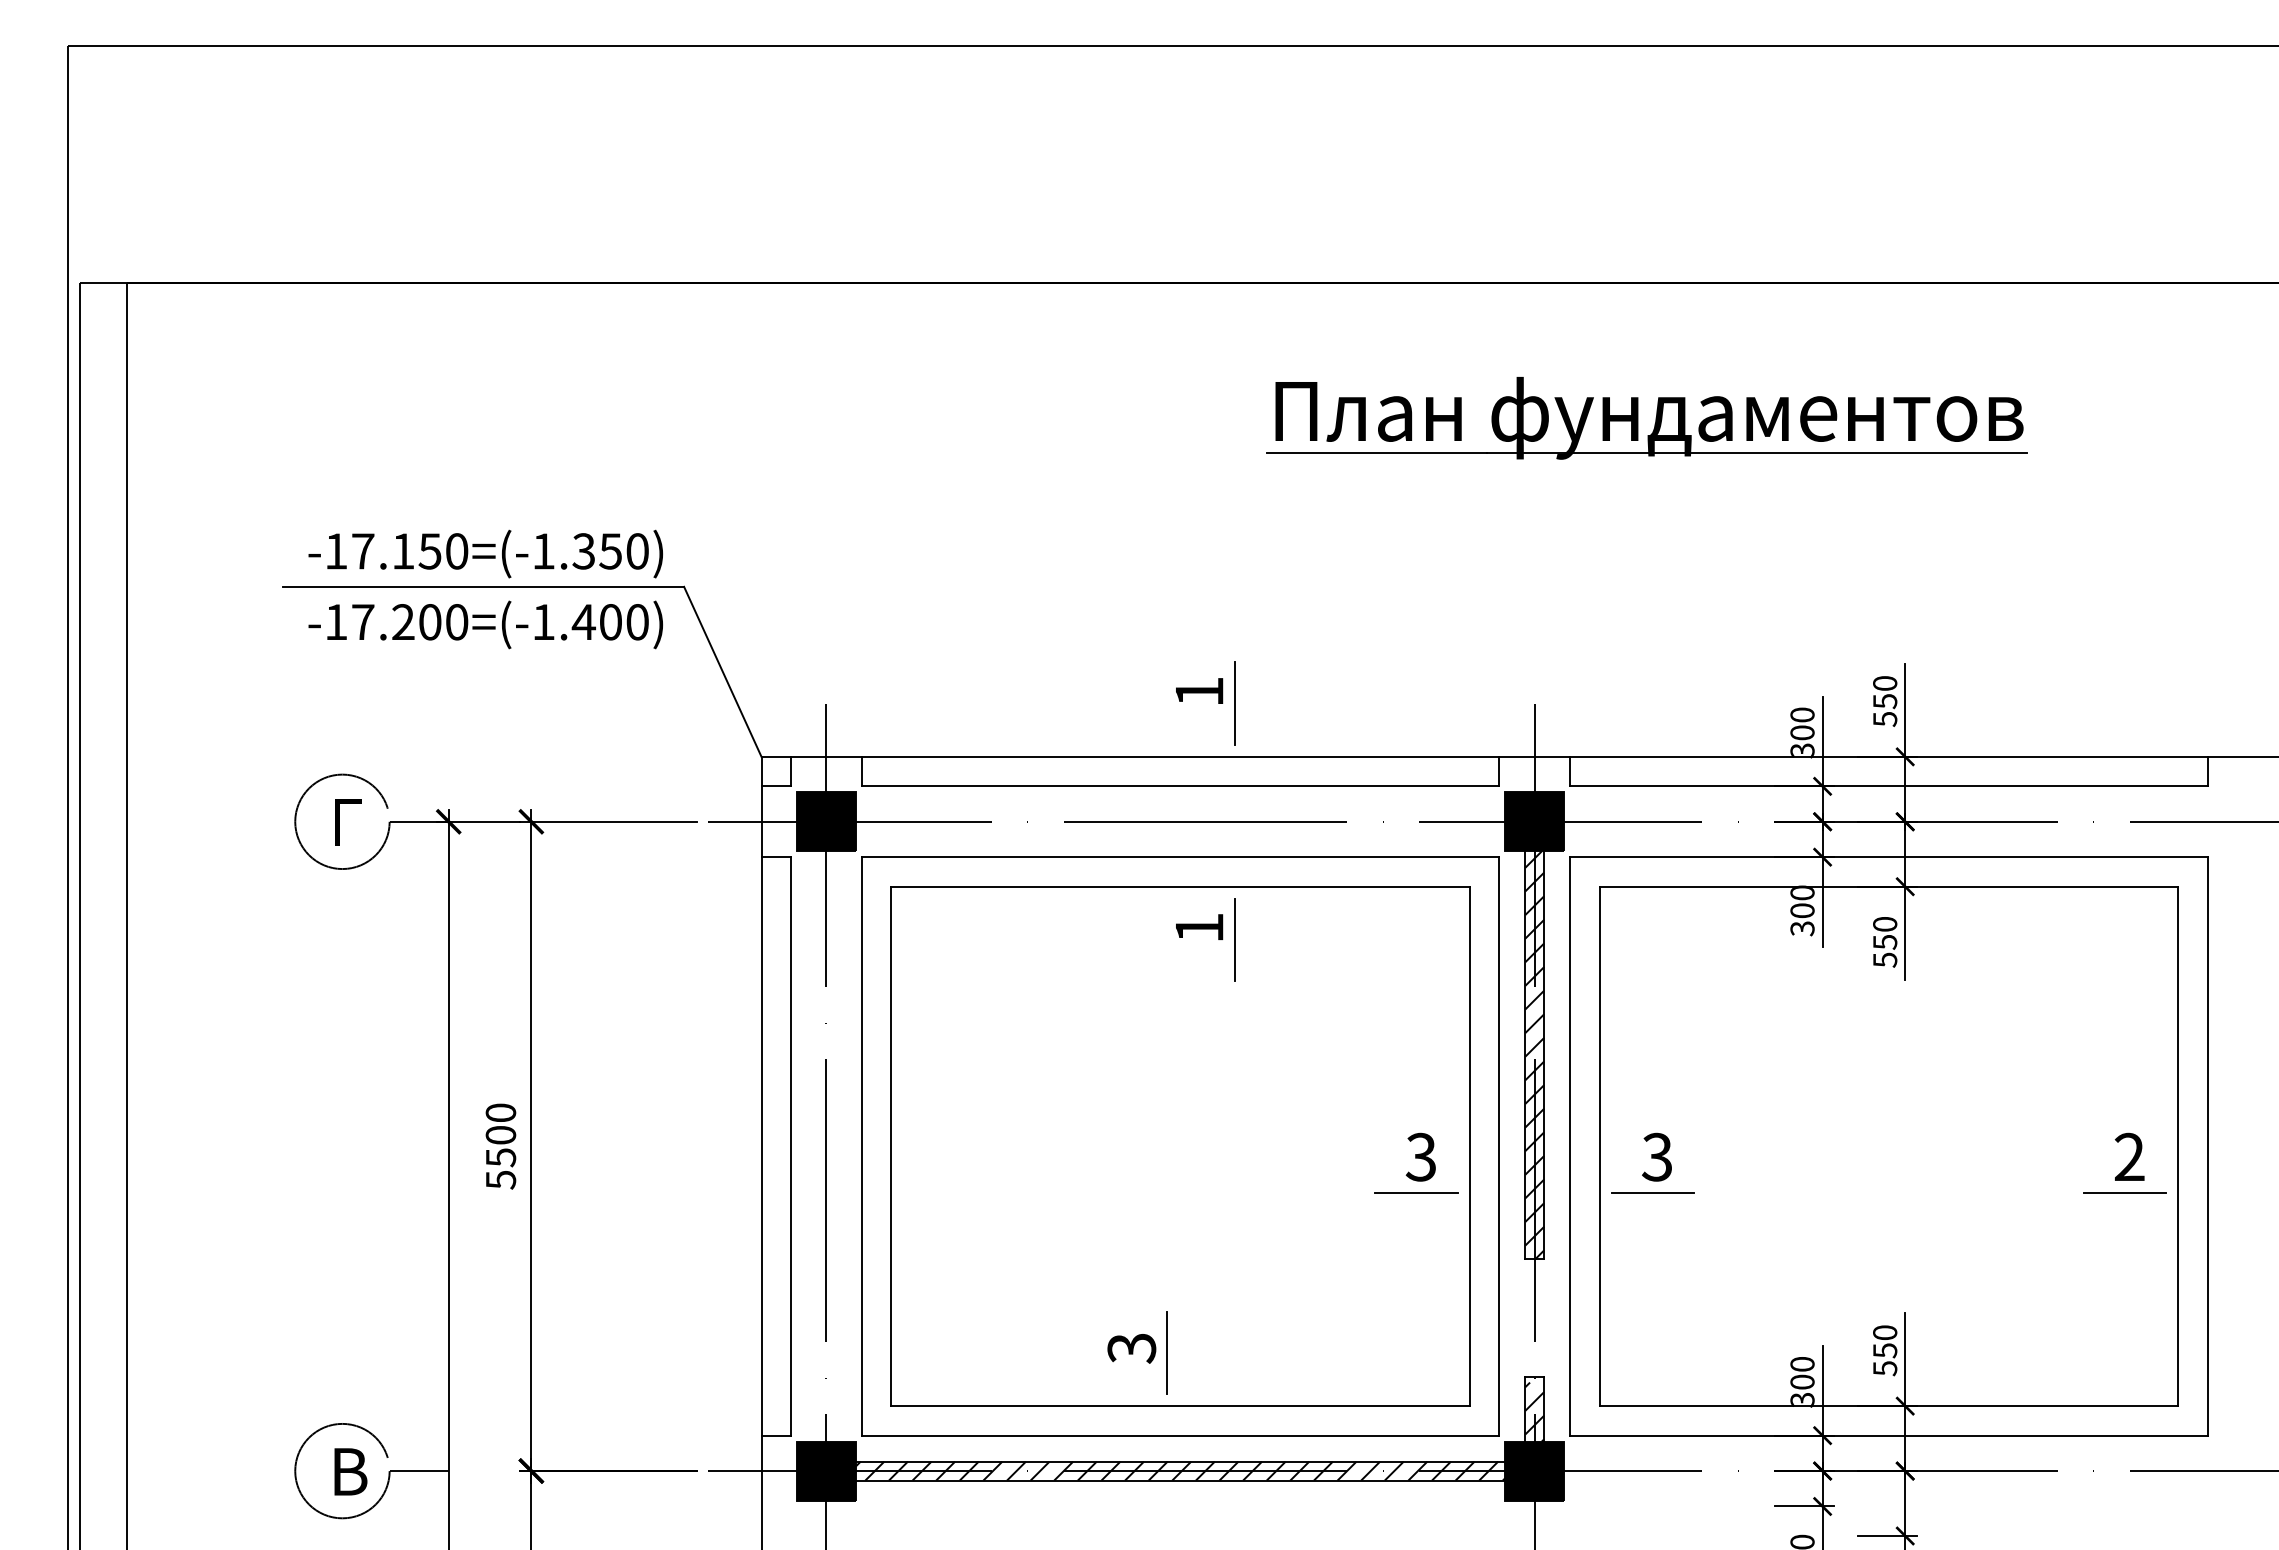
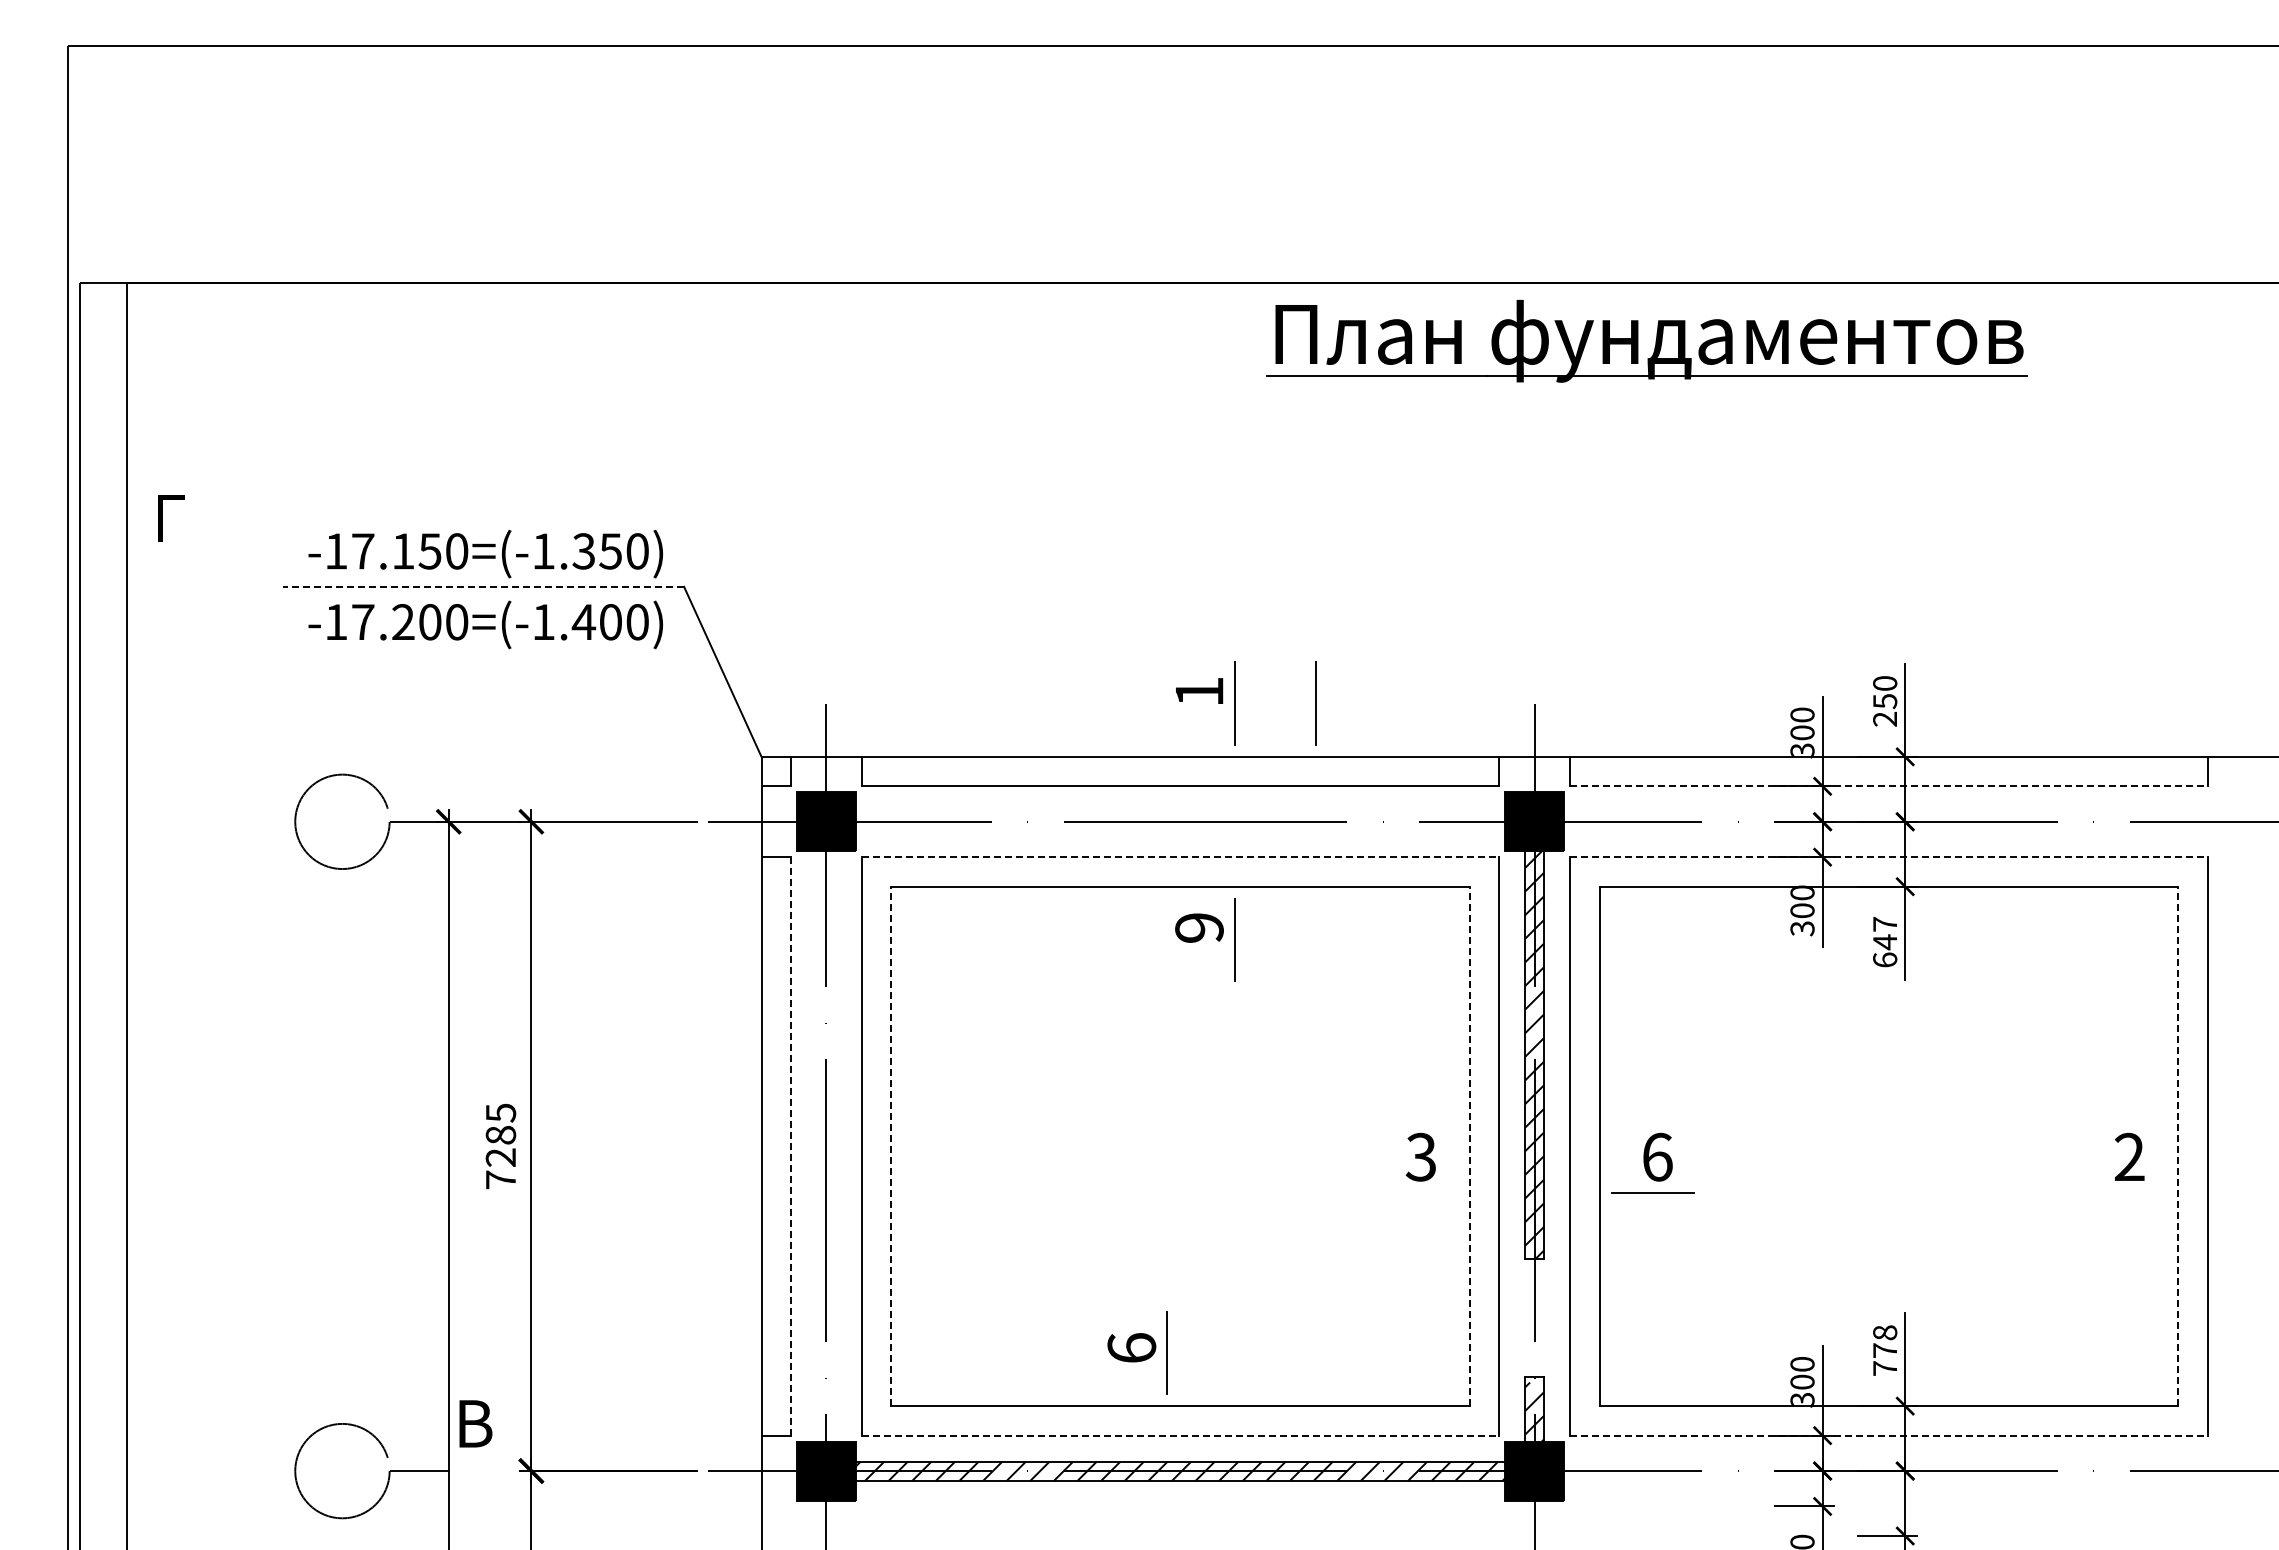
part at (1638, 418) position: (1638, 418) -> (1638, 341)
line at (483, 586): solid -> dashed
line at (1315, 703): none -> present
text at (1885, 719): 550 -> 250
line at (1888, 786): solid -> dashed
text at (348, 822) position: (348, 822) -> (171, 518)
line at (1180, 857): solid -> dashed
line at (1888, 857): solid -> dashed
text at (1199, 927): 1 -> 9
text at (1885, 941): 550 -> 647
line at (791, 1145): solid -> dashed
text at (500, 1146): 5500 -> 7285
line at (891, 1146): solid -> dashed
line at (1469, 1146): solid -> dashed
line at (2178, 1146): solid -> dashed
text at (1657, 1156): 3 -> 6
line at (1416, 1192): present -> none
line at (2124, 1192): present -> none
text at (1131, 1348): 3 -> 6
text at (1885, 1350): 550 -> 778
line at (1180, 1435): solid -> dashed
line at (1888, 1435): solid -> dashed
text at (350, 1471) position: (350, 1471) -> (475, 1423)
